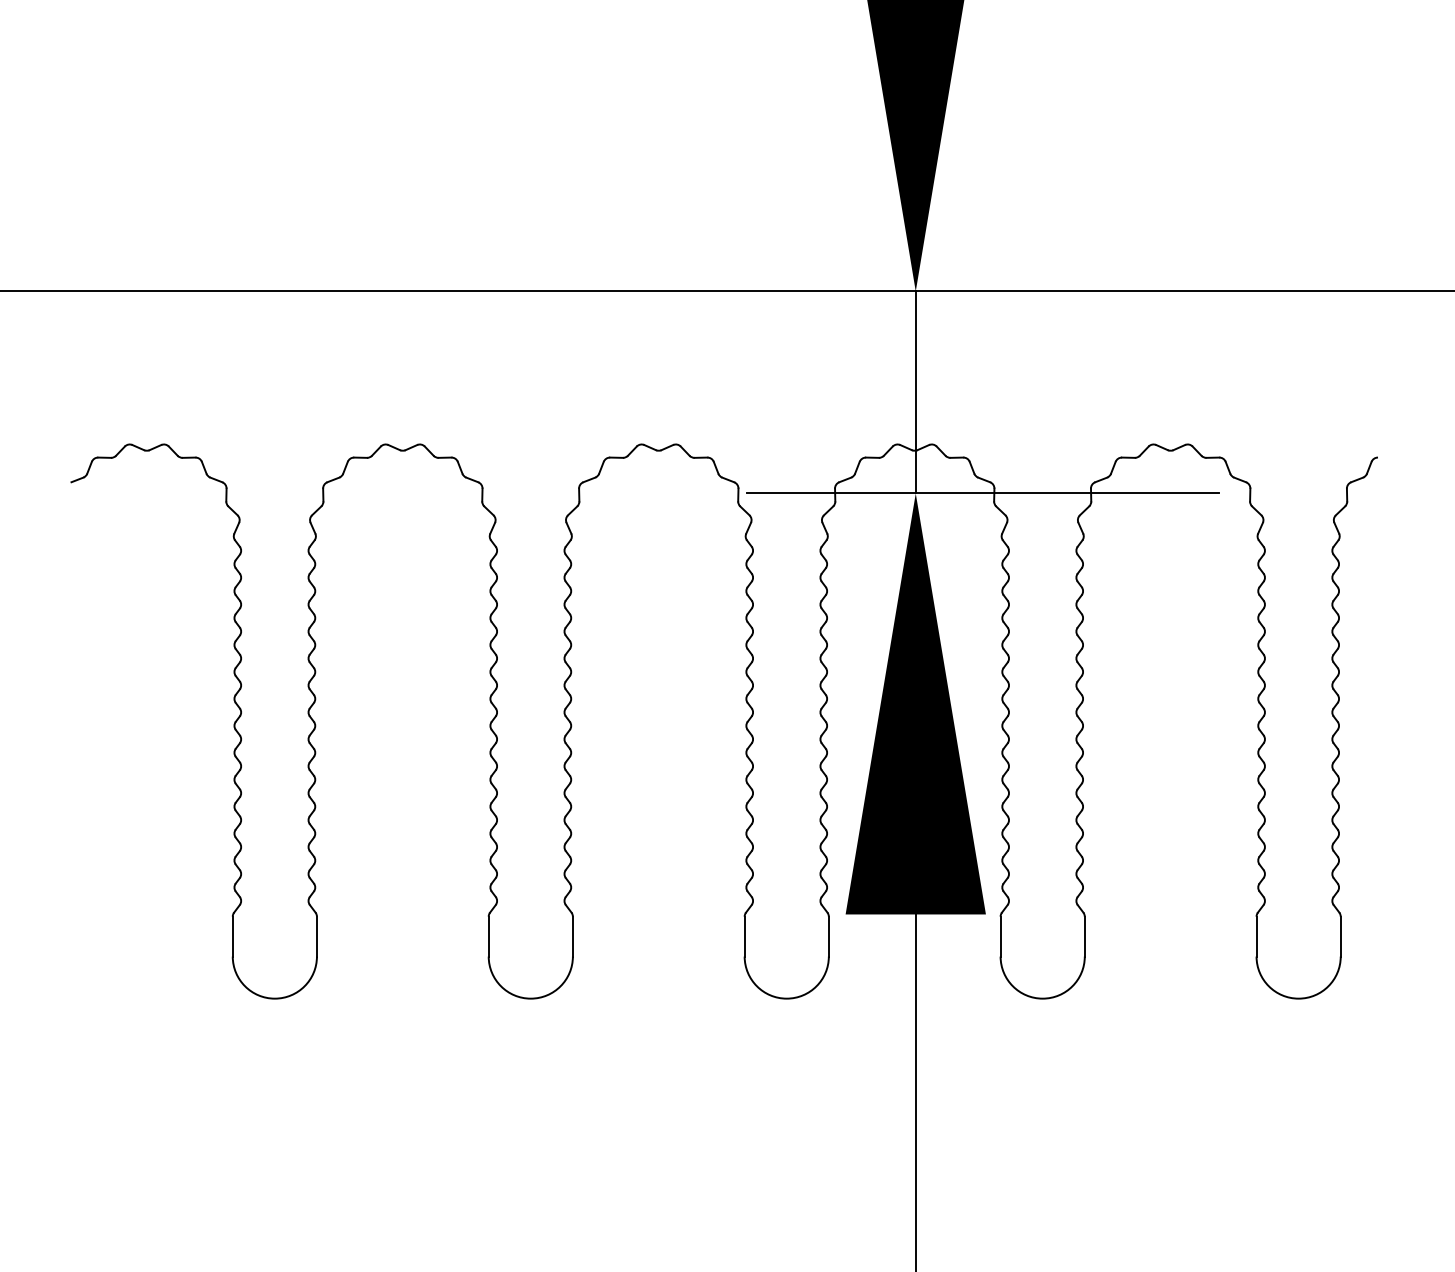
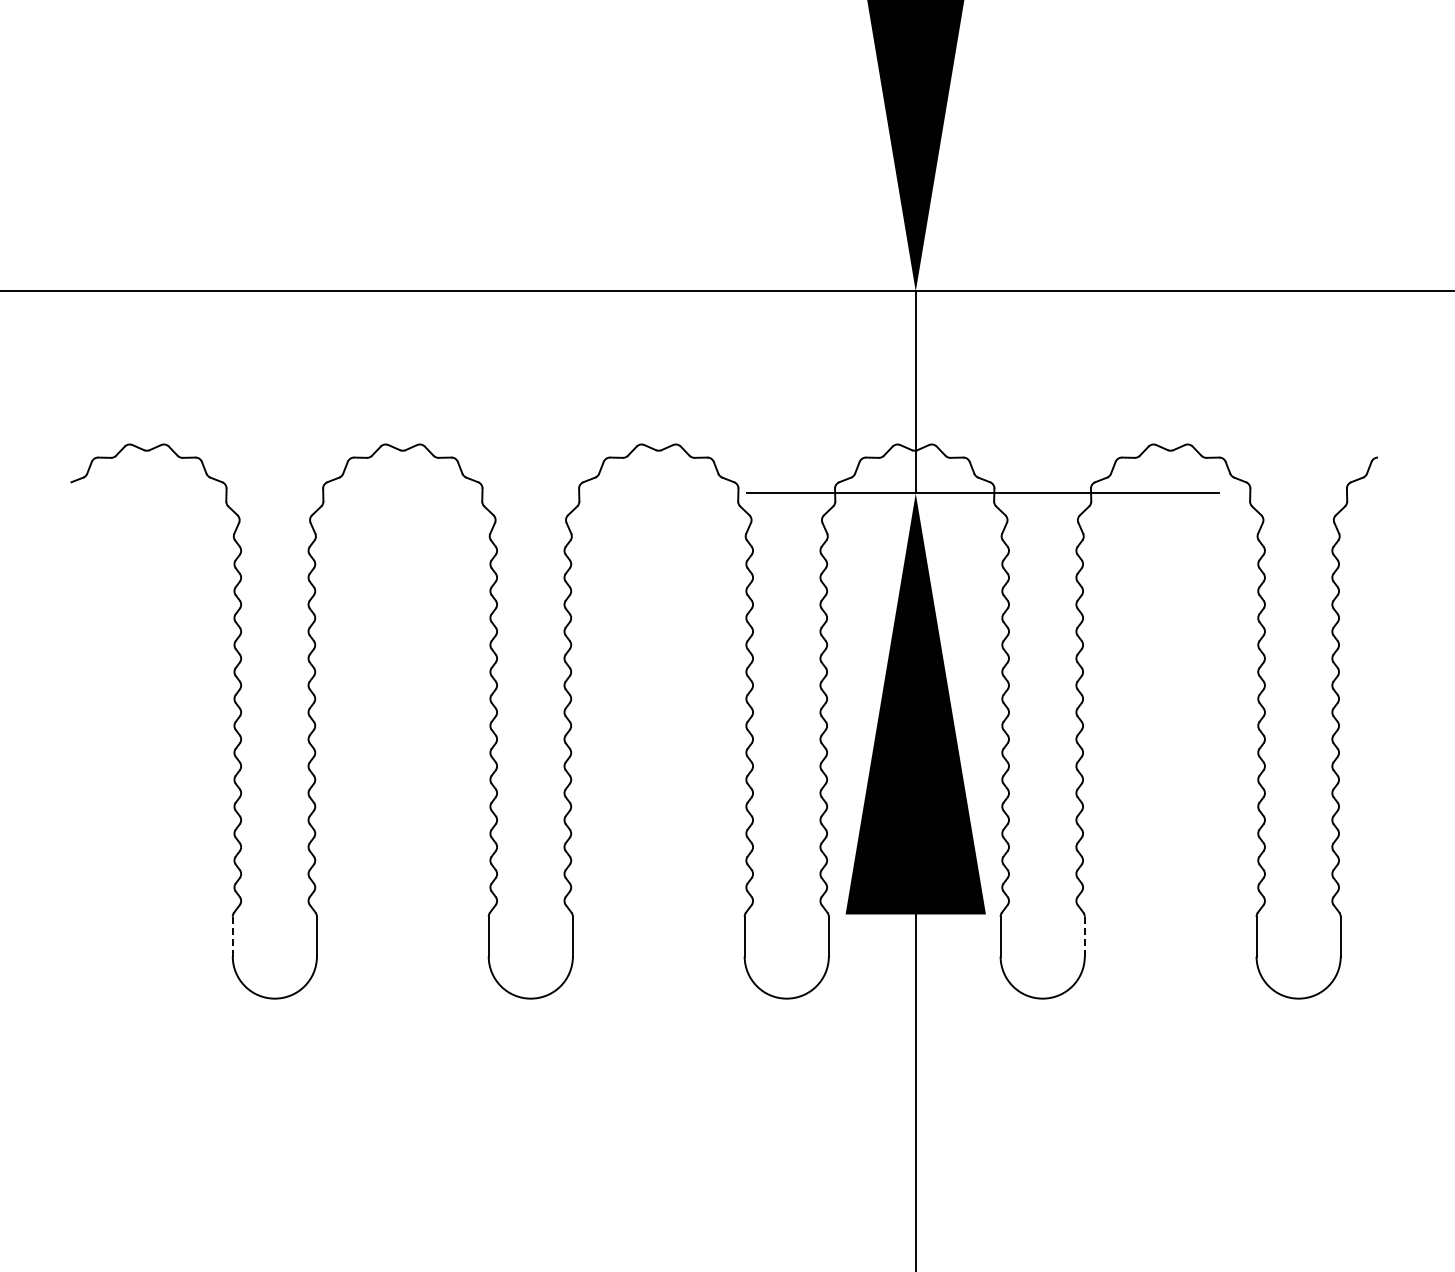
line at (232, 936): solid -> dashed
line at (1084, 936): solid -> dashed
